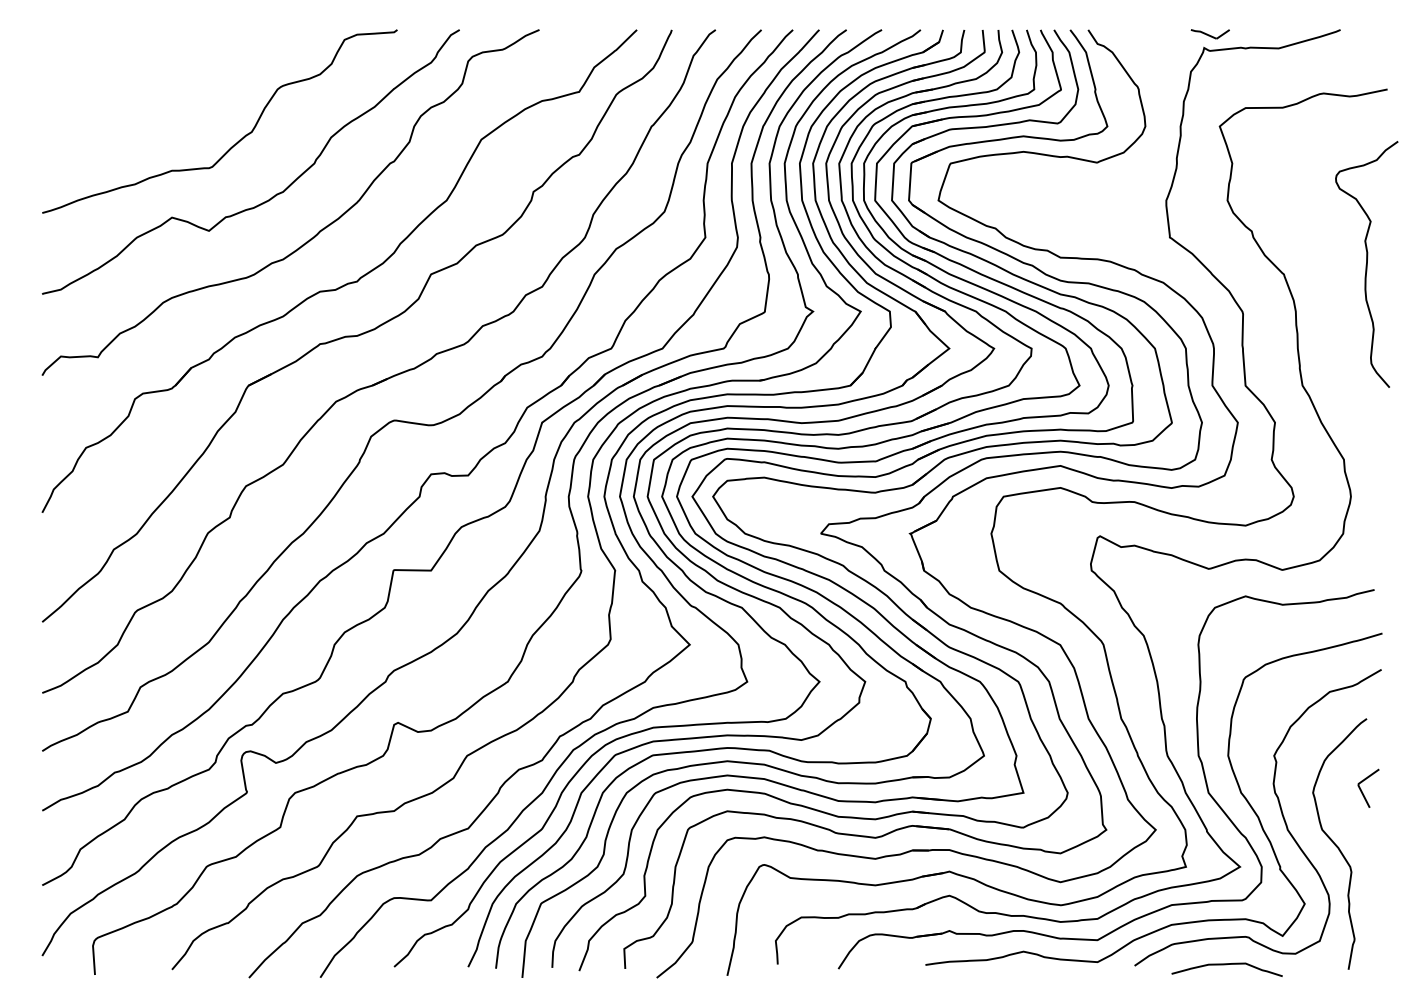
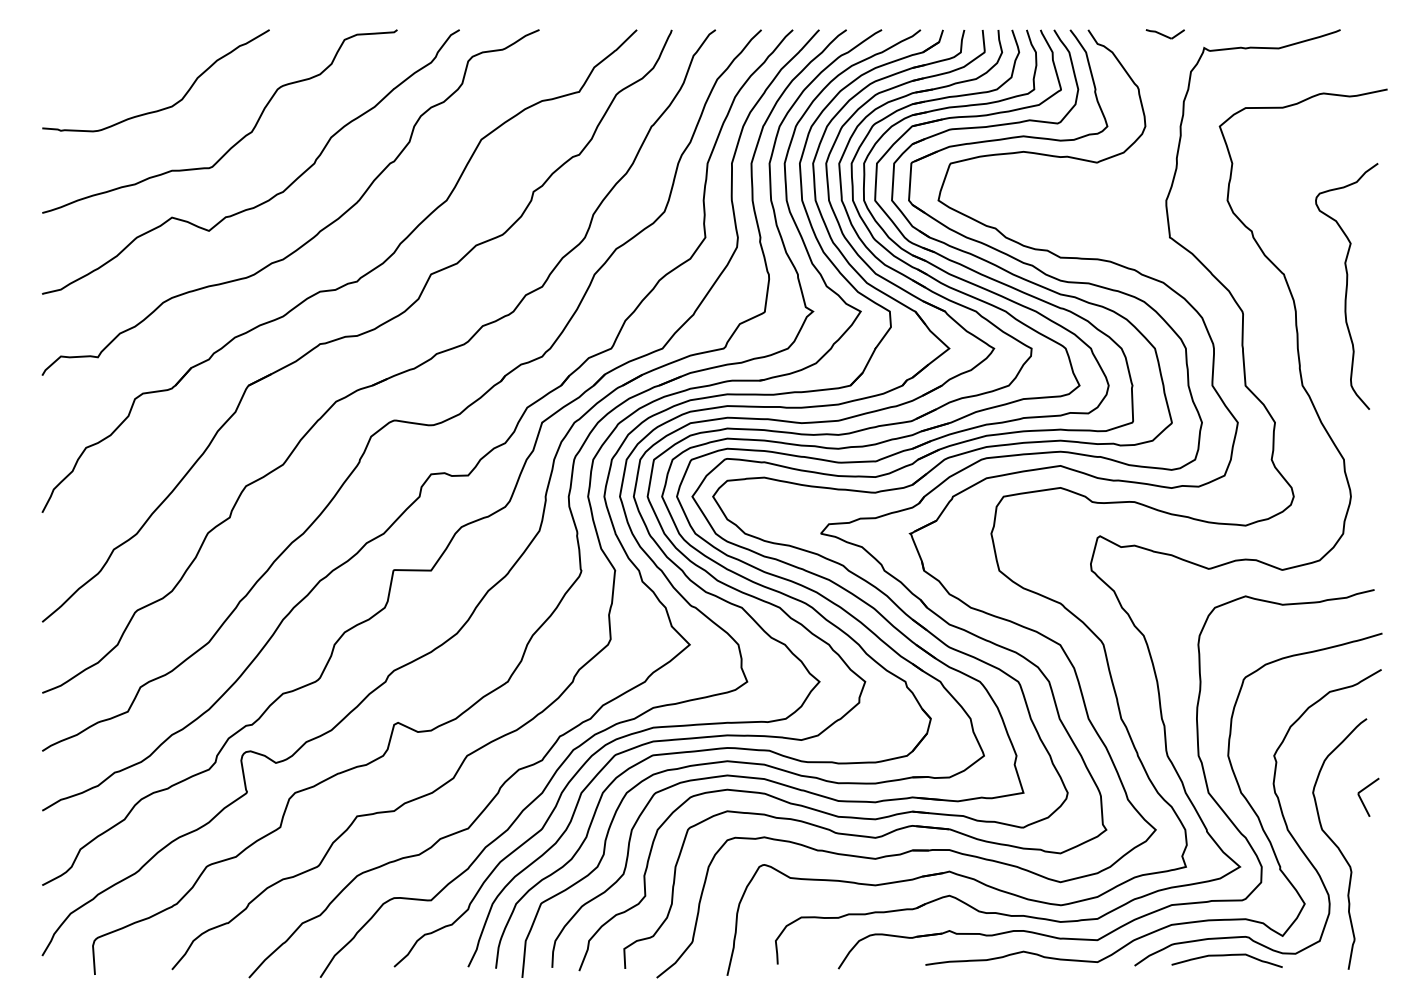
part at (1209, 34) position: (1209, 34) -> (1164, 34)
curve at (165, 107): none -> present
curve at (1366, 264) position: (1366, 264) -> (1346, 286)
line at (1362, 791) position: (1362, 791) -> (1362, 800)
curve at (1226, 965) position: (1226, 965) -> (1226, 956)
